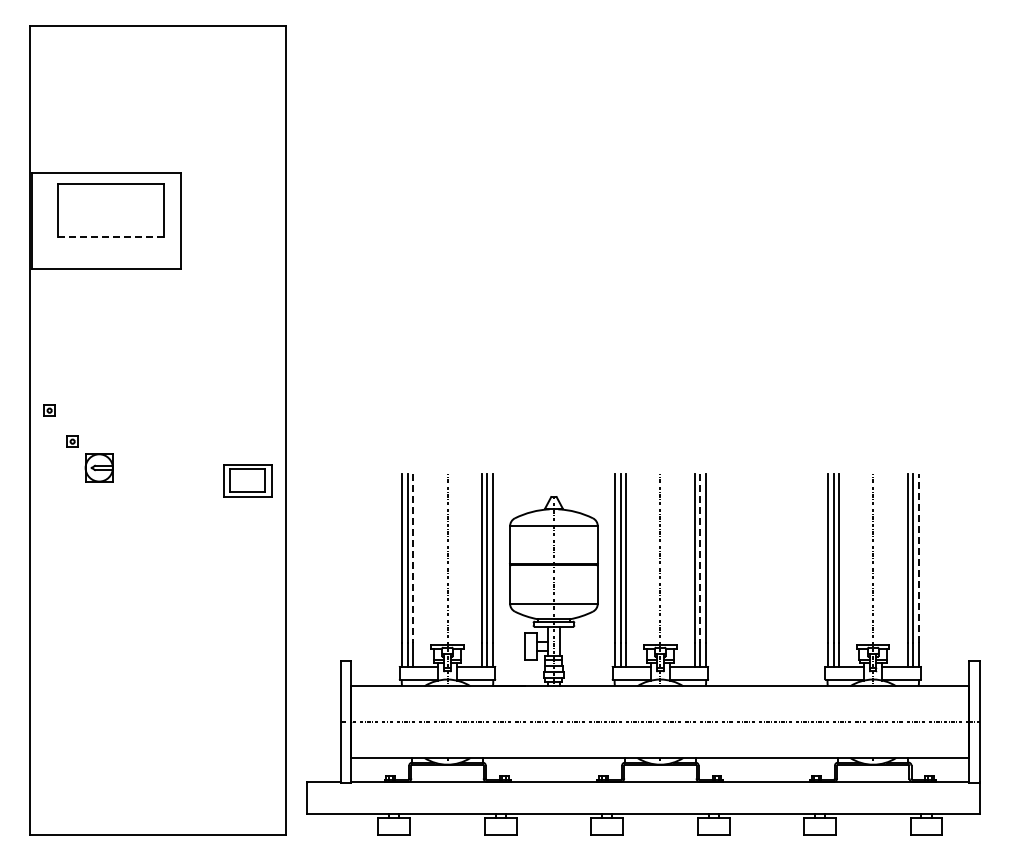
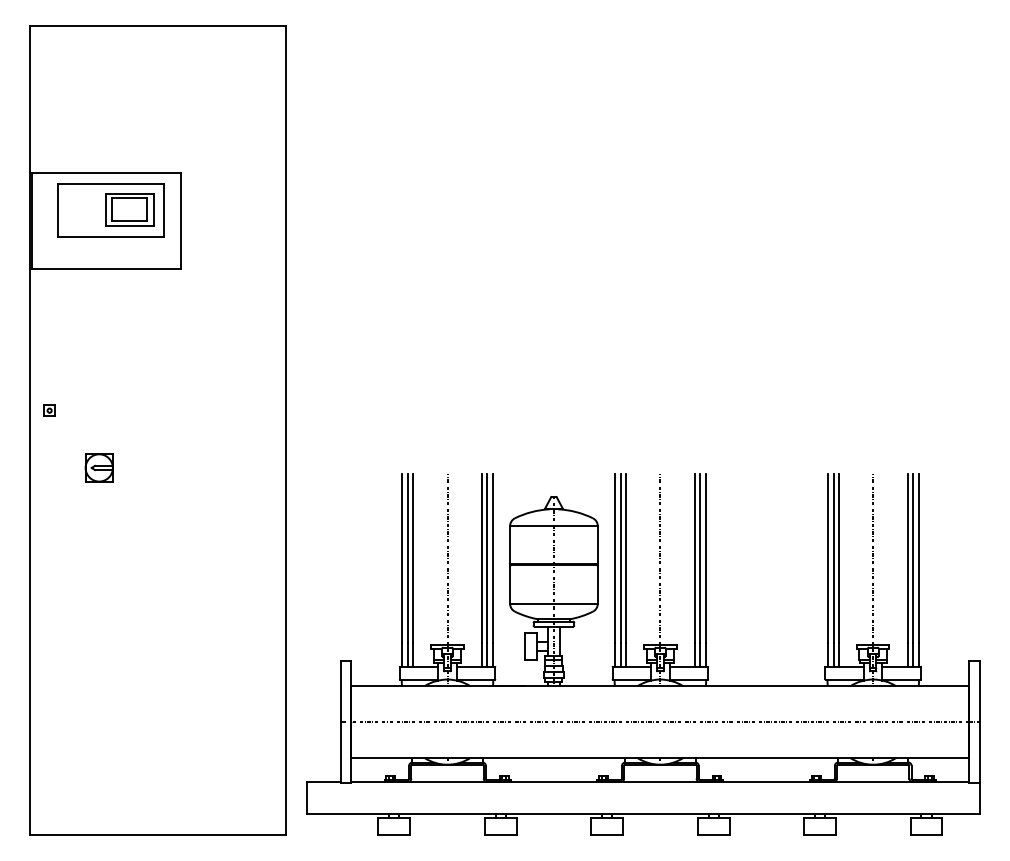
line at (111, 237): dashed -> solid
part at (72, 441): present -> none
part at (247, 480) position: (247, 480) -> (129, 209)
line at (413, 558): dashed -> solid
line at (699, 558): dashed -> solid
line at (919, 558): dashed -> solid
